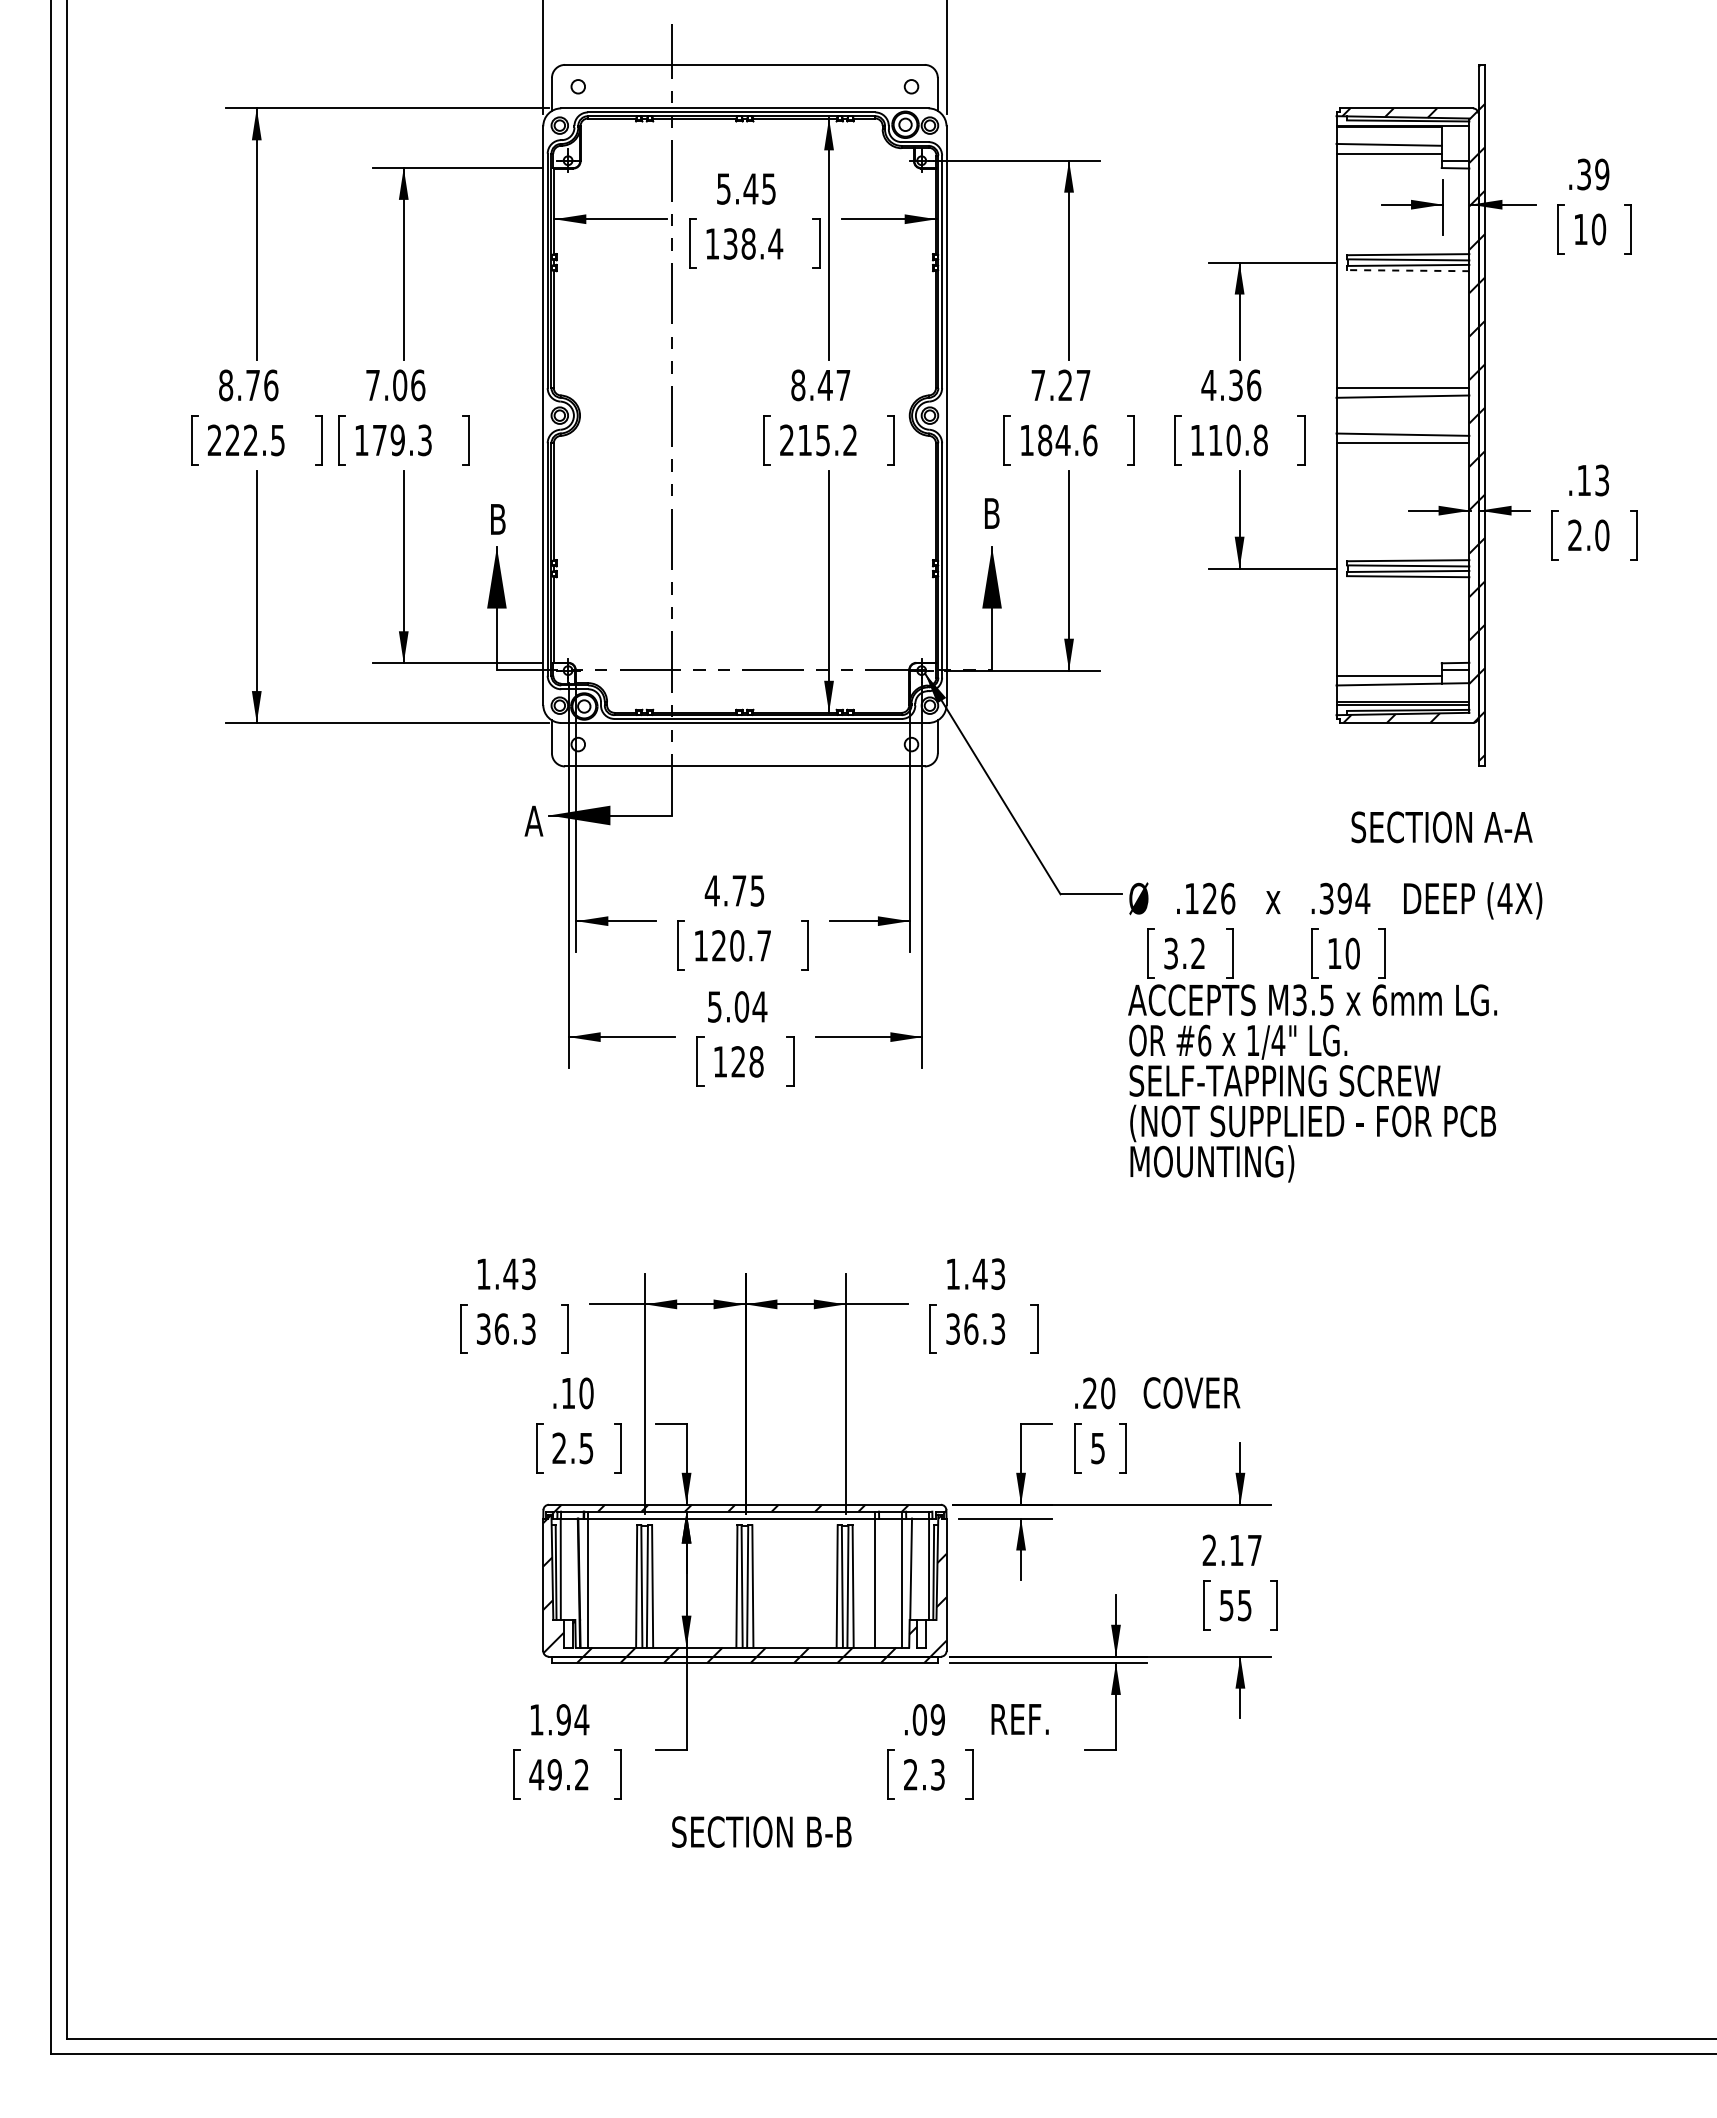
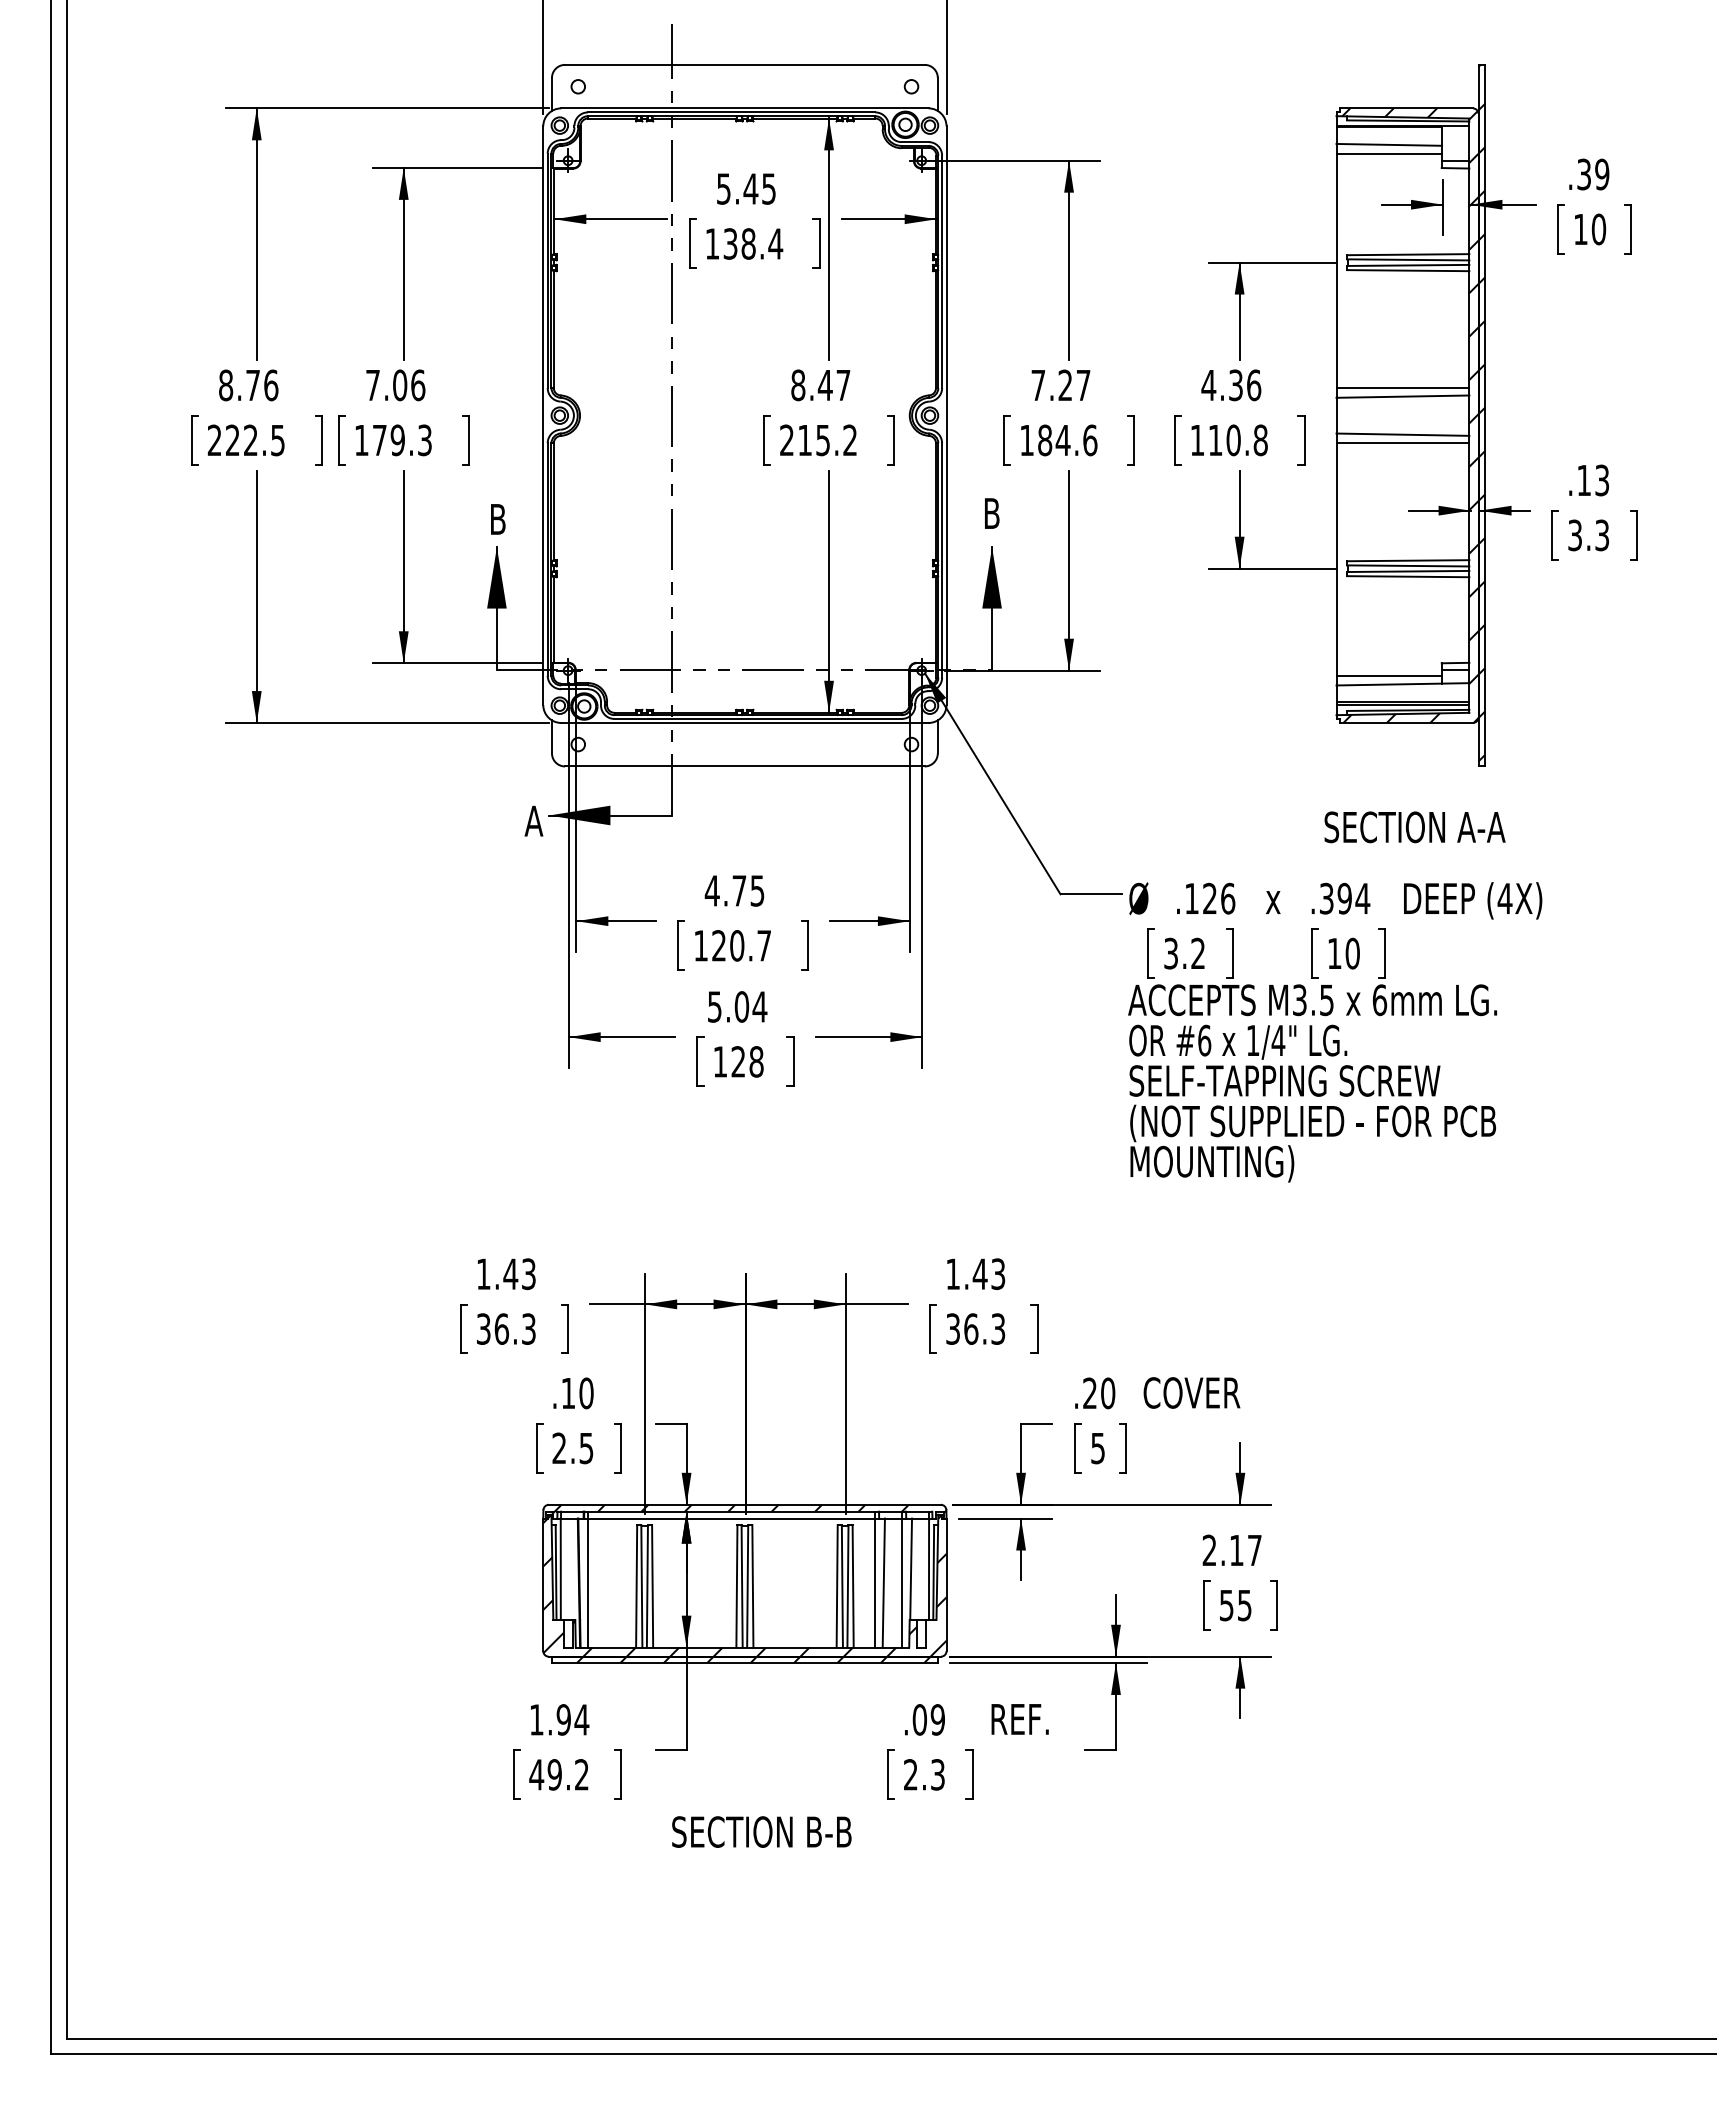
line at (1407, 270): dashed -> solid
text at (1588, 535): 2.0 -> 3.3
text at (1441, 827) position: (1441, 827) -> (1414, 827)
line at (883, 1582): none -> present
